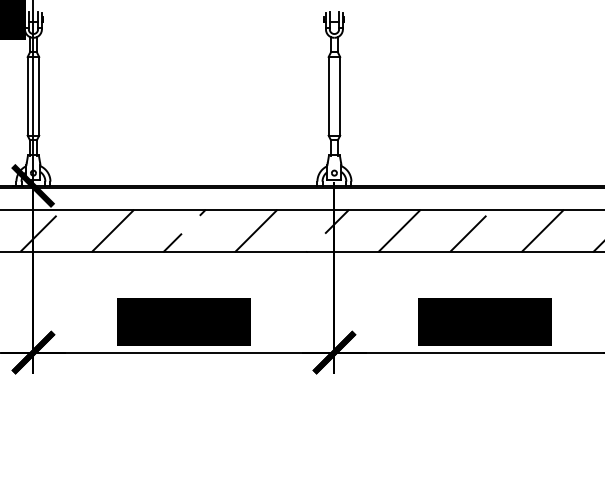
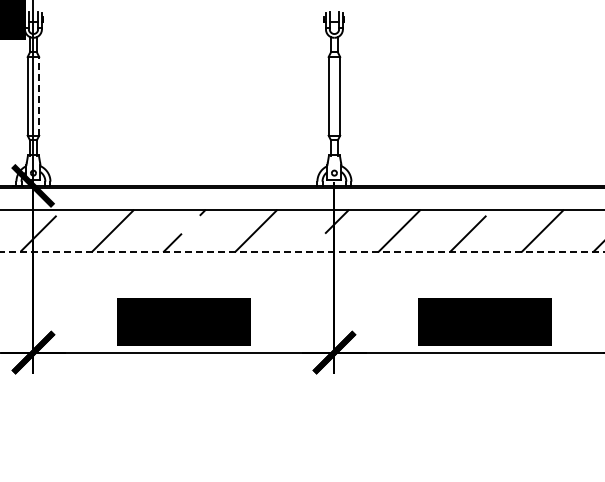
line at (39, 95): solid -> dashed
line at (302, 252): solid -> dashed
